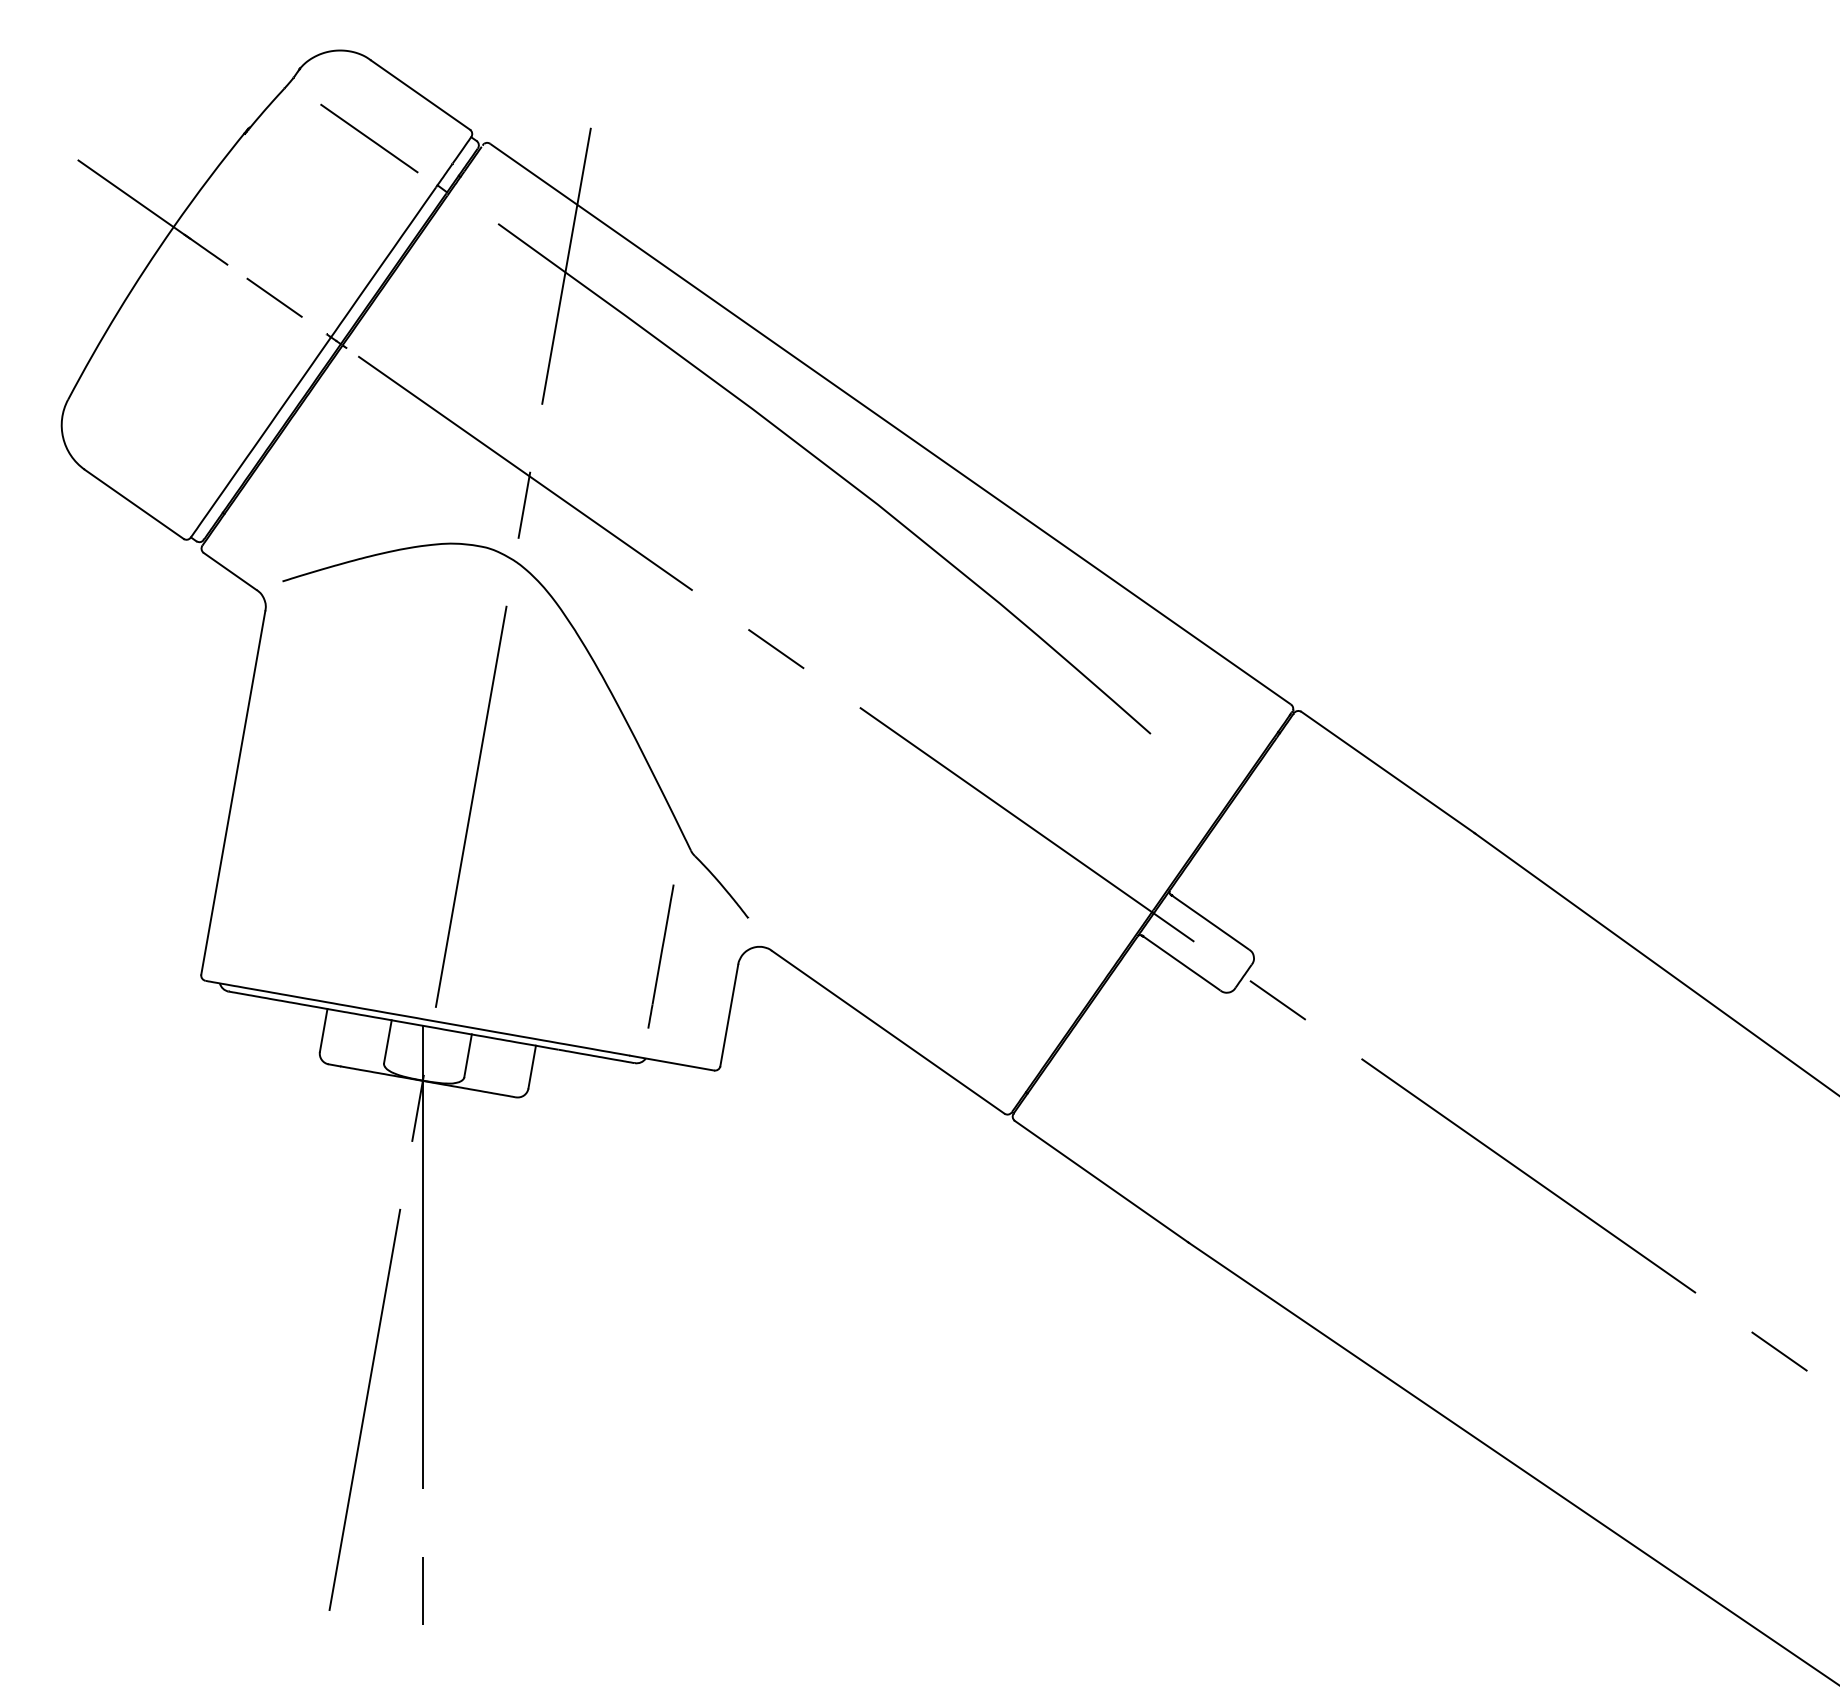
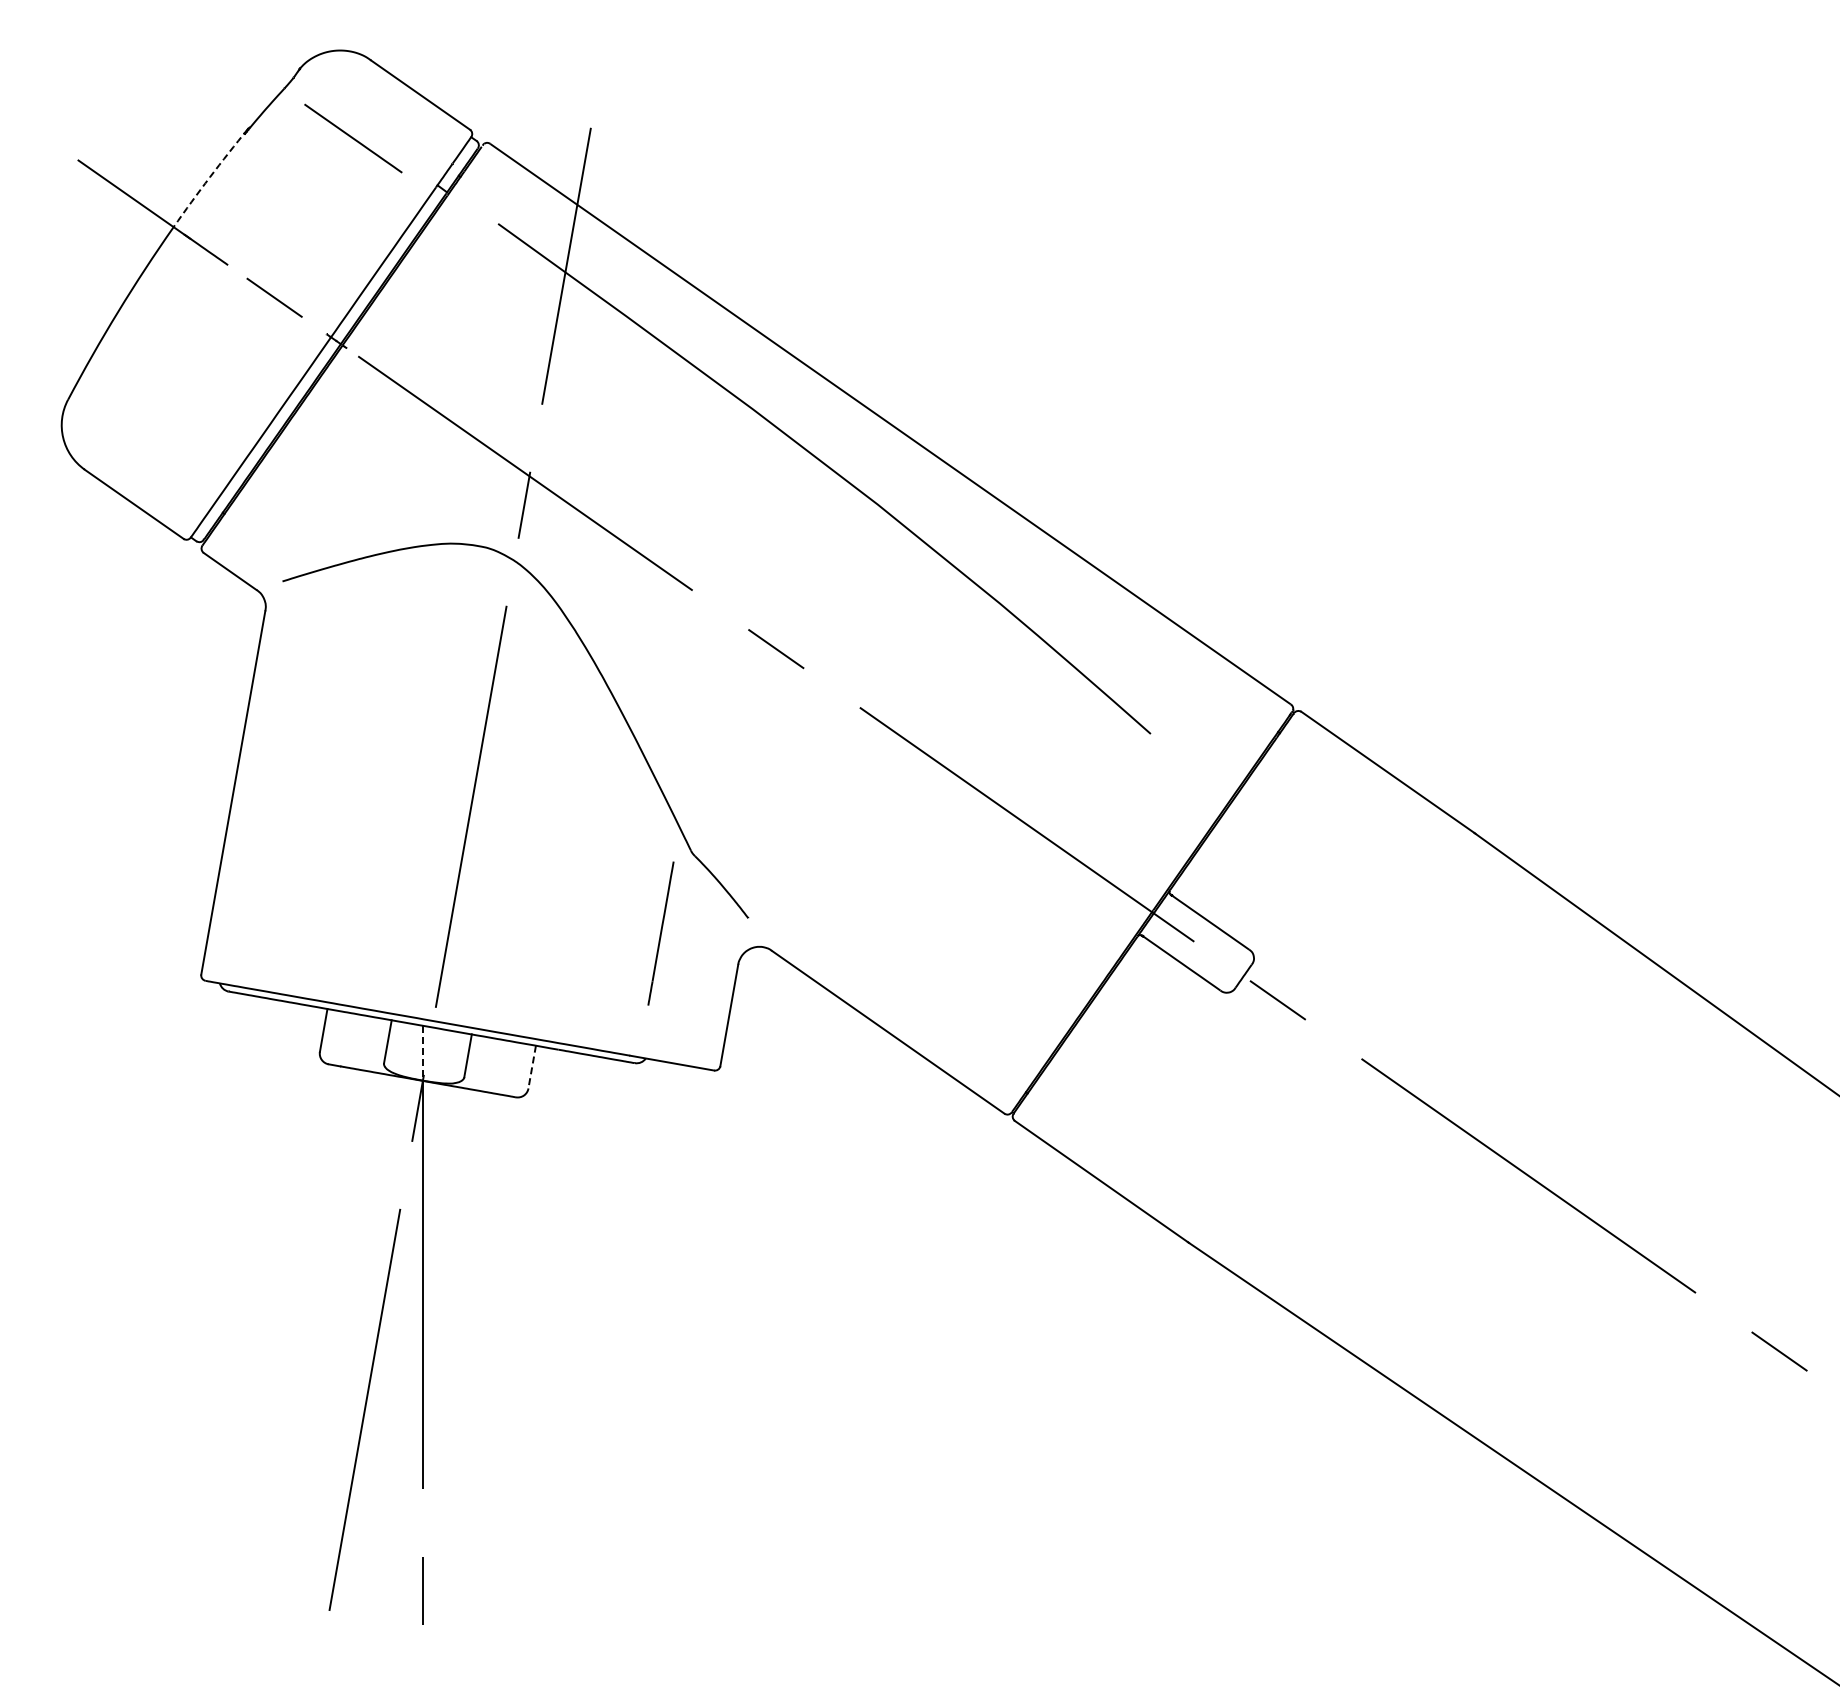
line at (369, 138) position: (369, 138) -> (353, 138)
arc at (209, 177): solid -> dashed
line at (660, 956) position: (660, 956) -> (660, 933)
line at (422, 1053): solid -> dashed
line at (532, 1067): solid -> dashed
